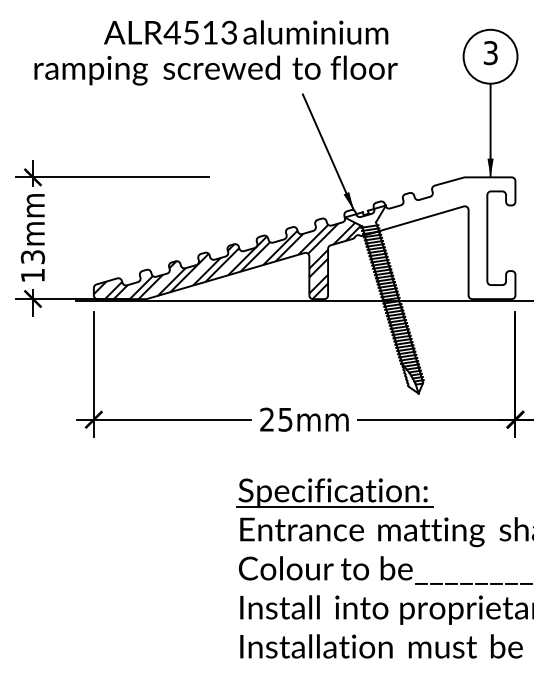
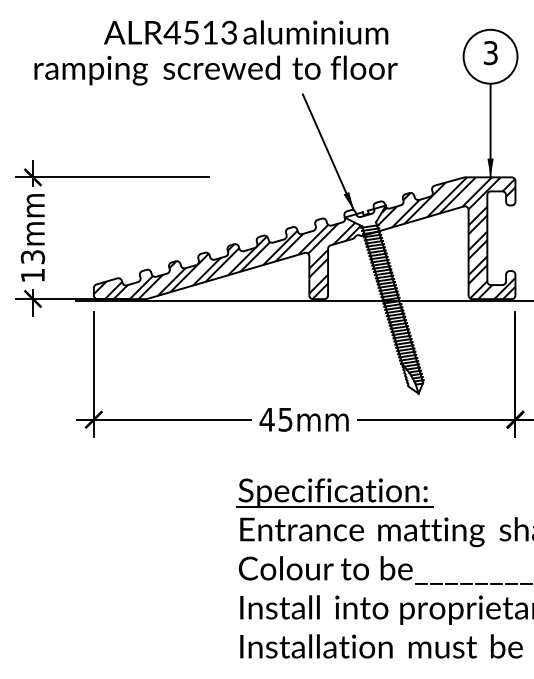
hatch at (446, 238): none -> present
text at (266, 419): 25mm -> 45mm
